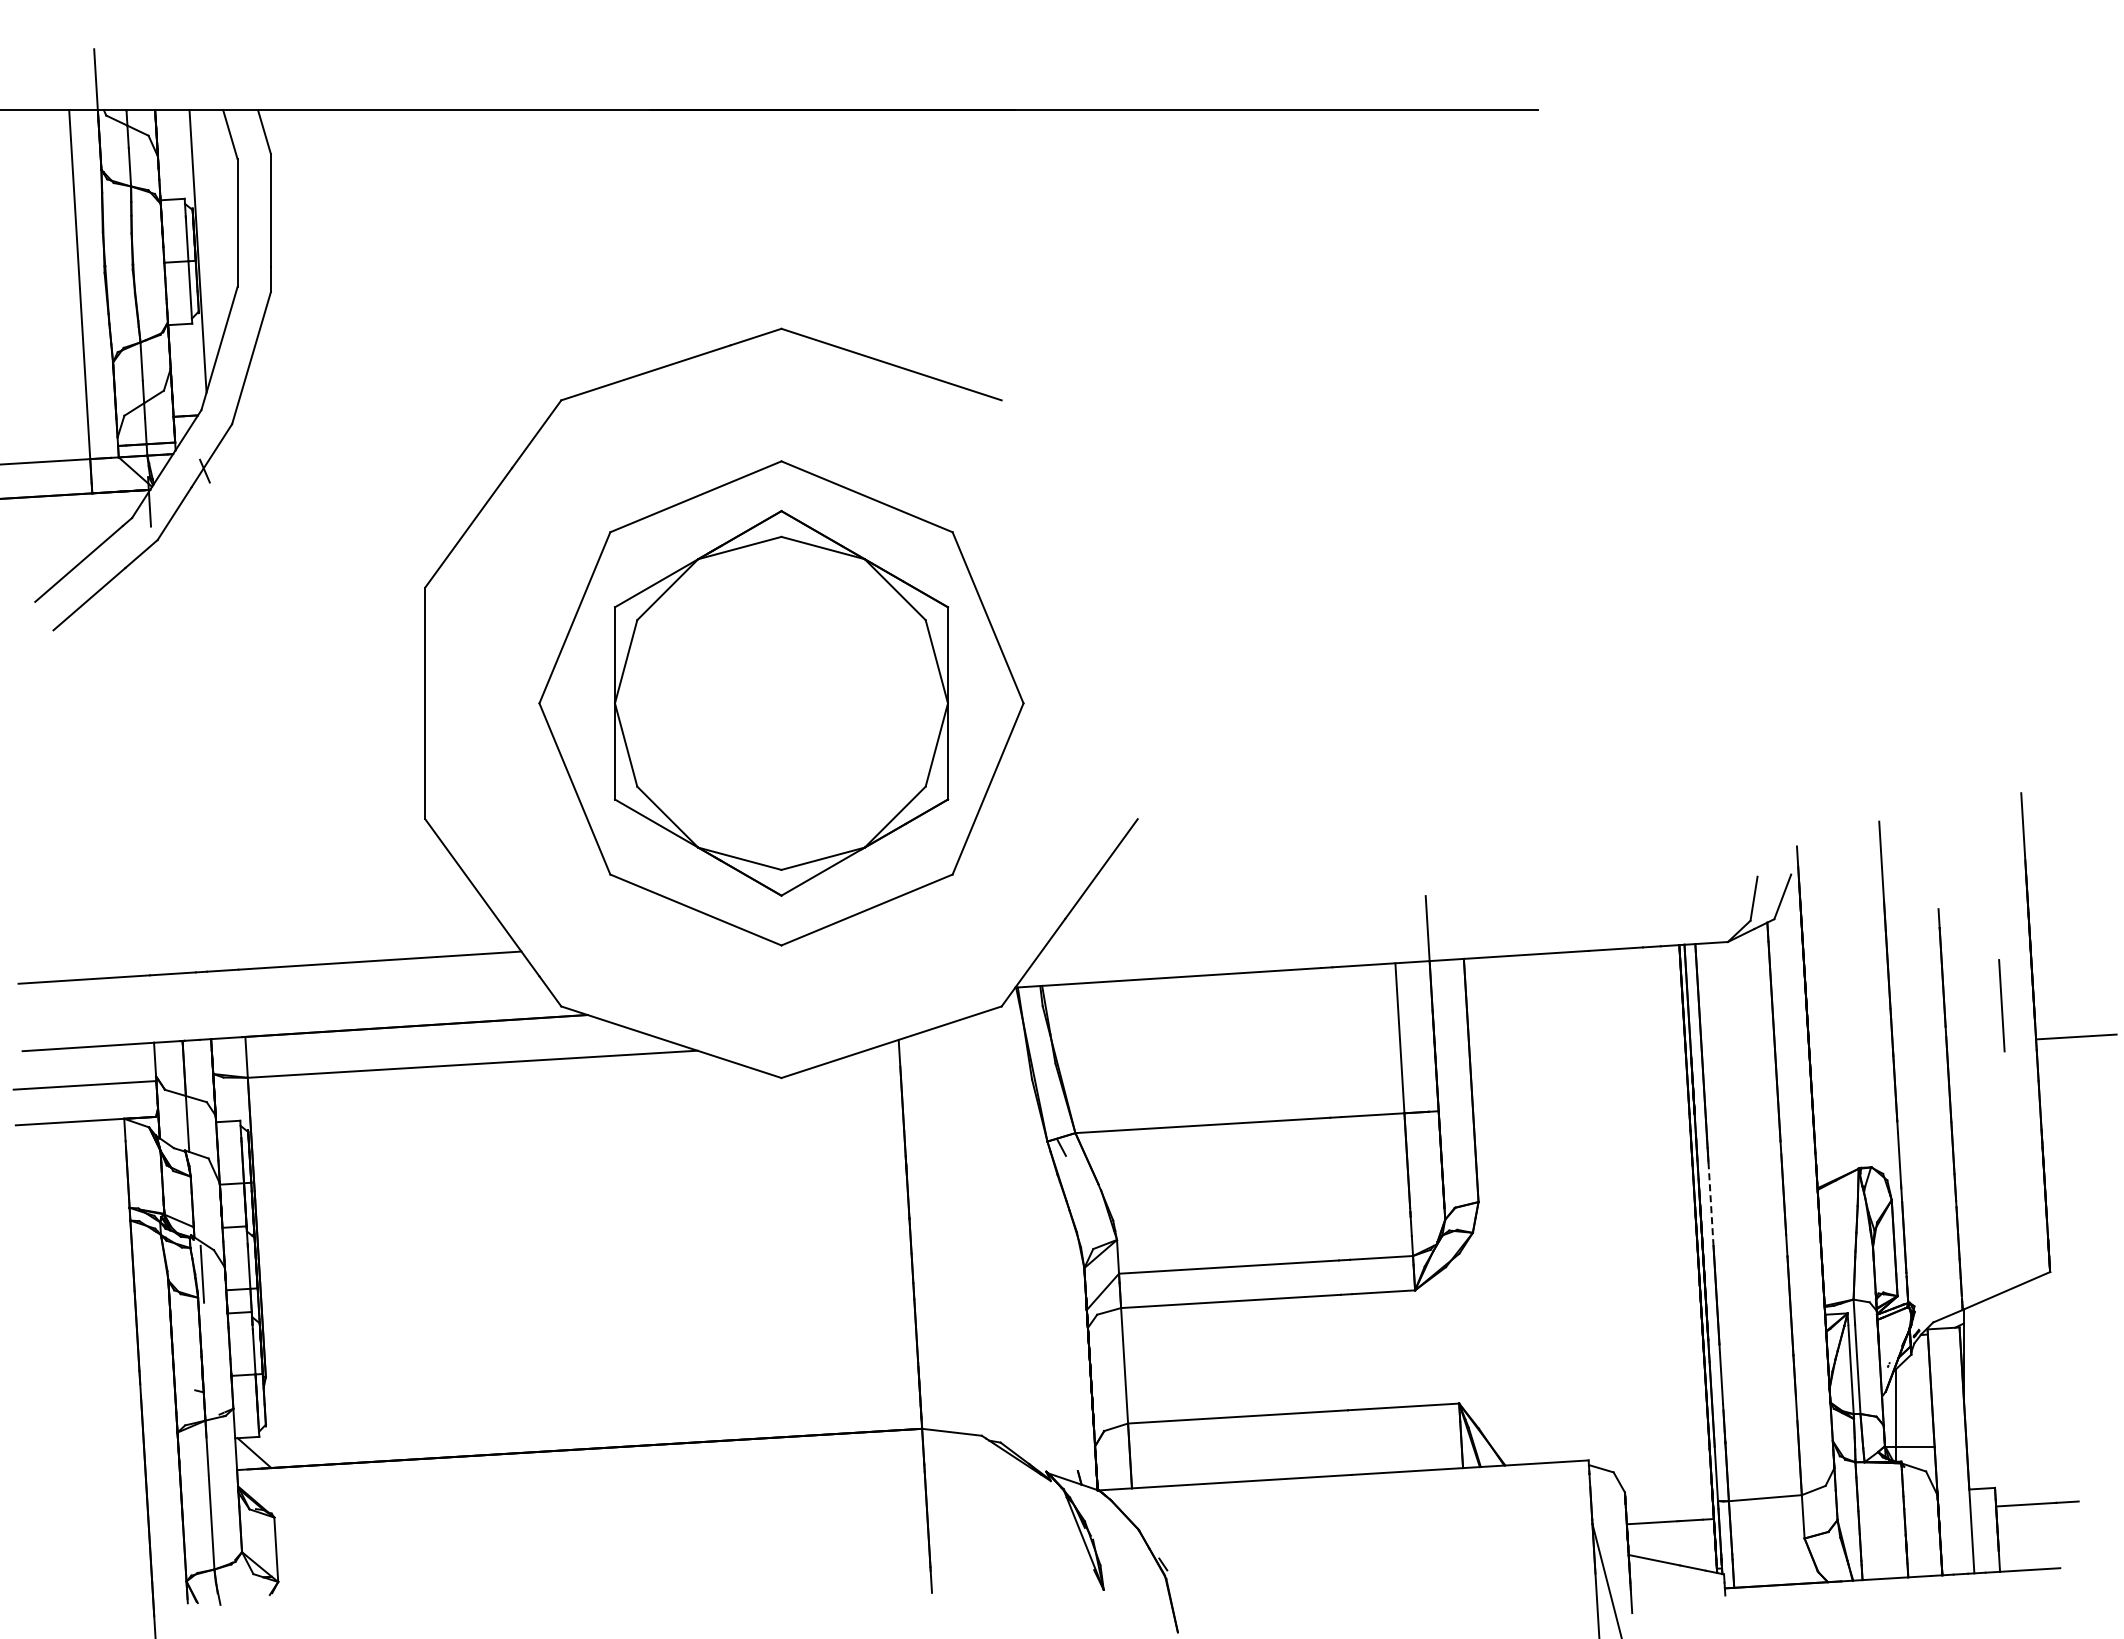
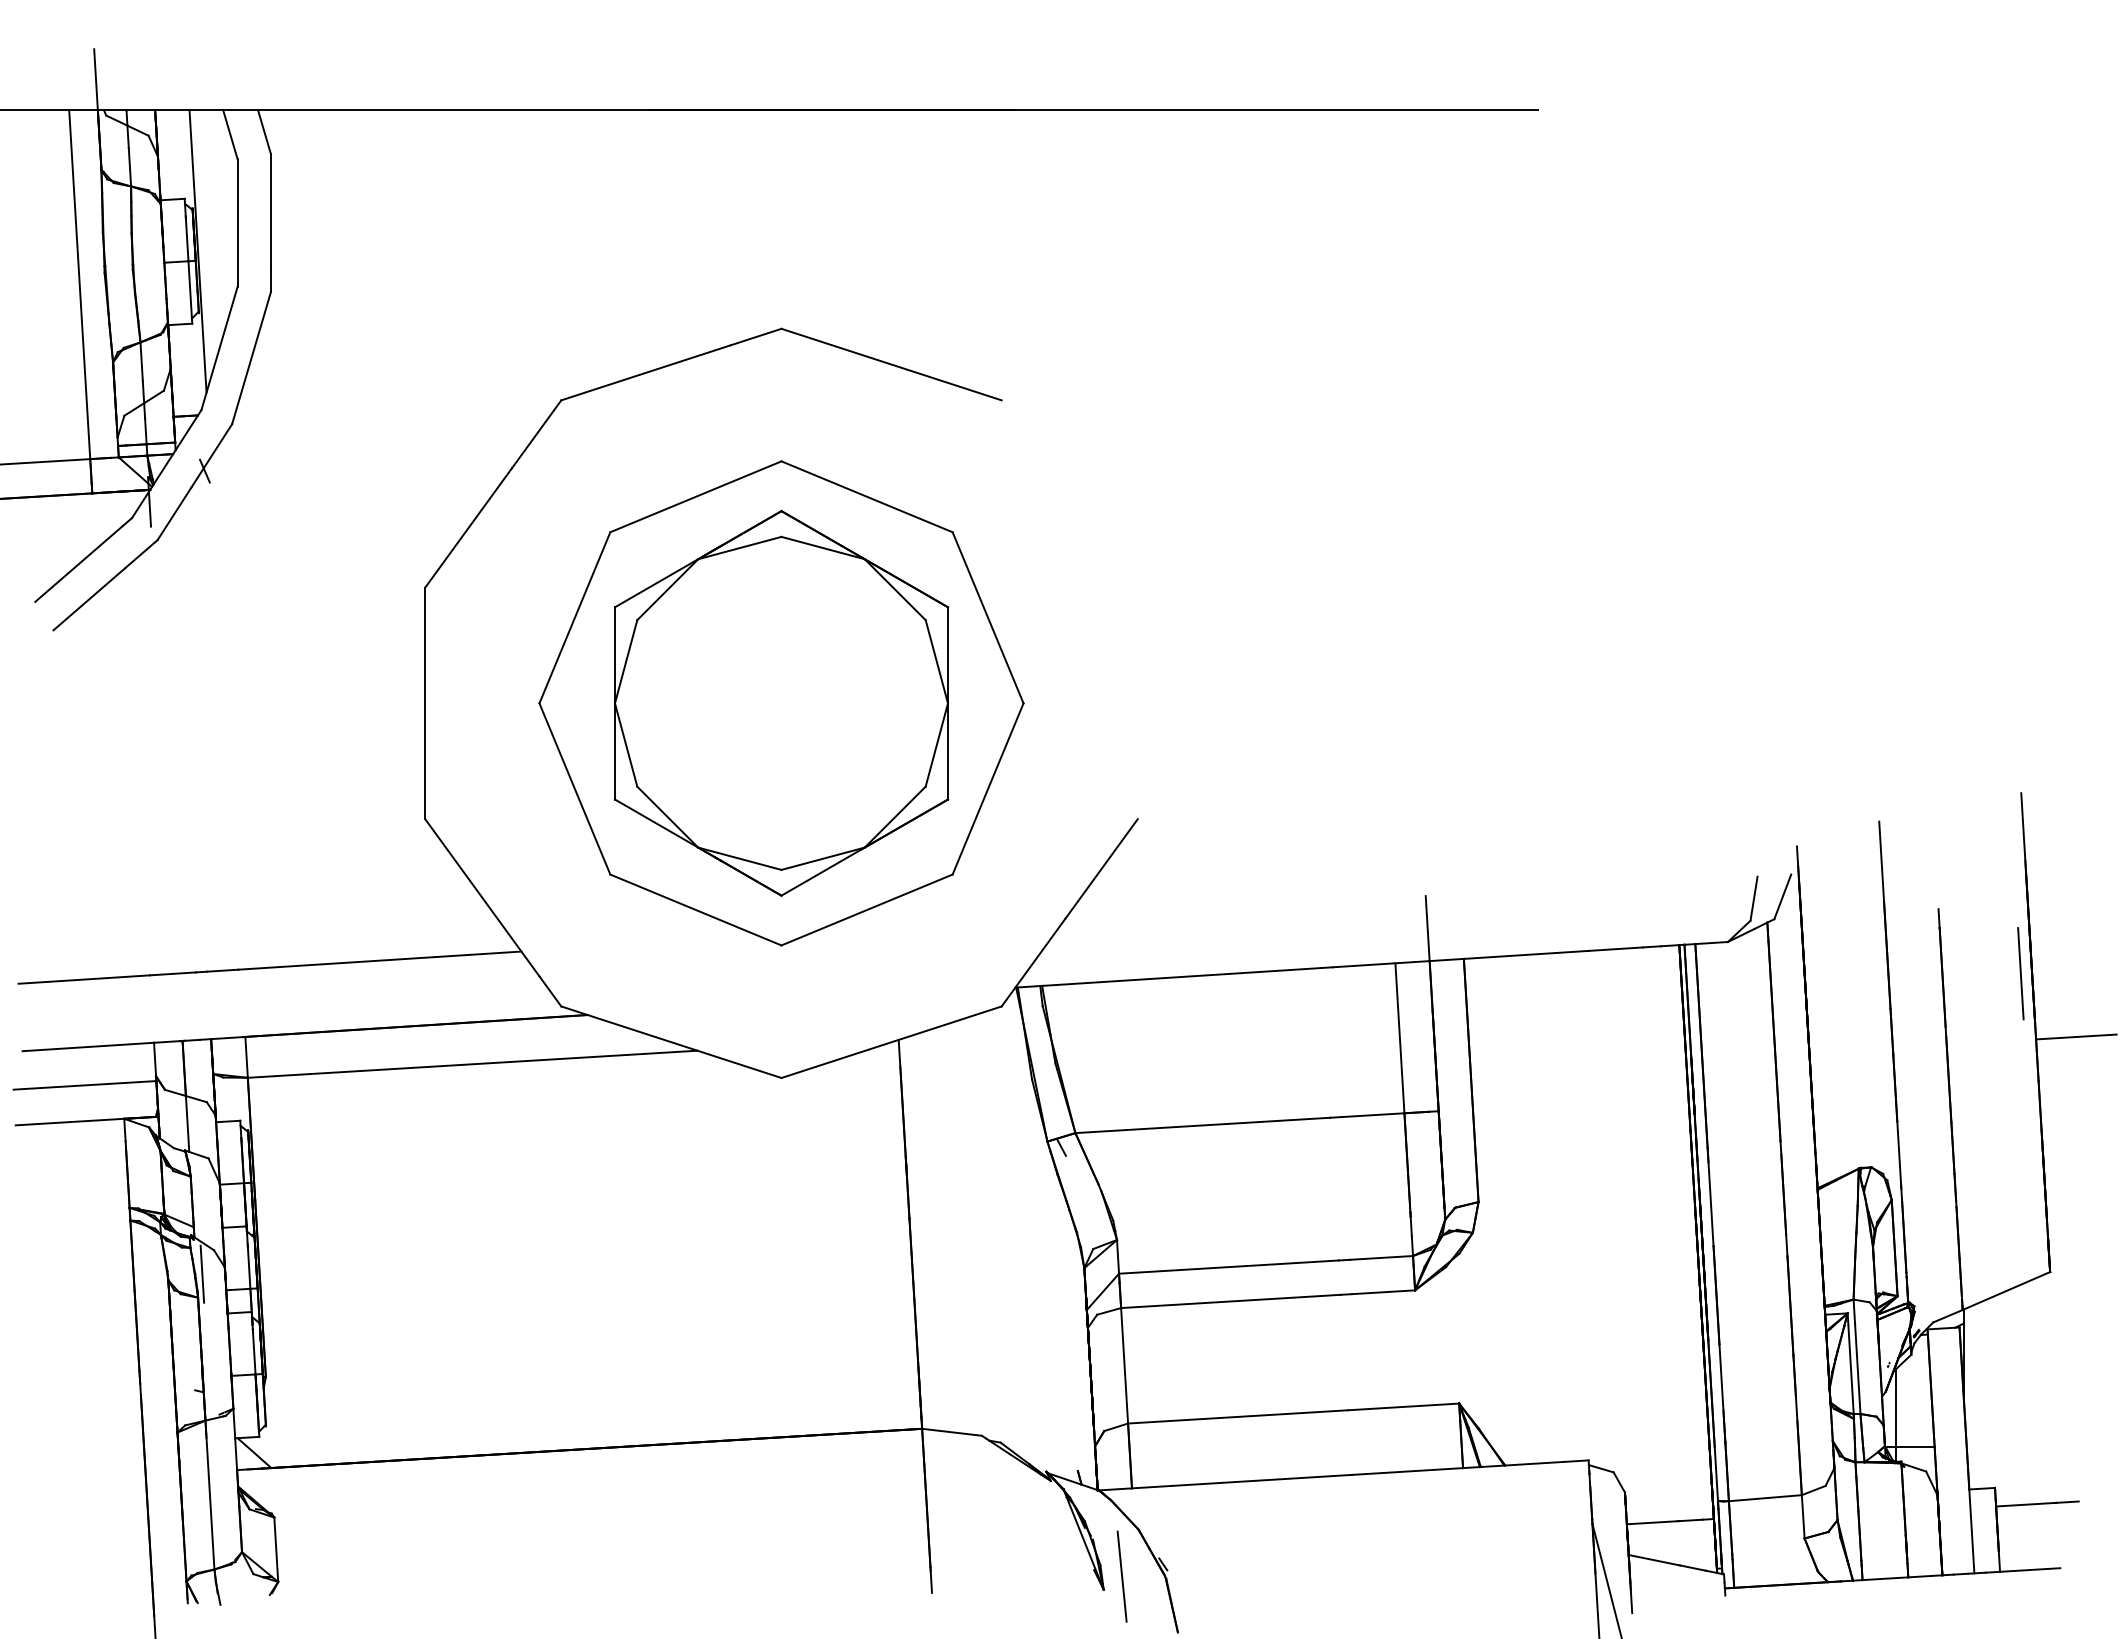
line at (2001, 1005) position: (2001, 1005) -> (2020, 973)
line at (1711, 1204): dashed -> solid
line at (1121, 1576): none -> present
